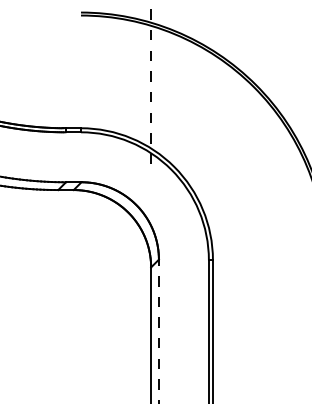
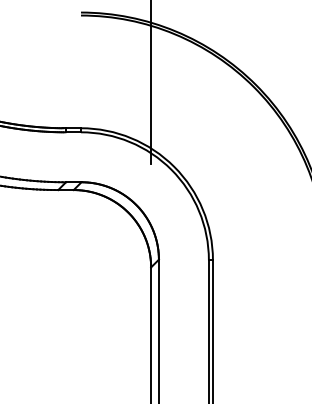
line at (151, 82): dashed -> solid
line at (158, 331): dashed -> solid
